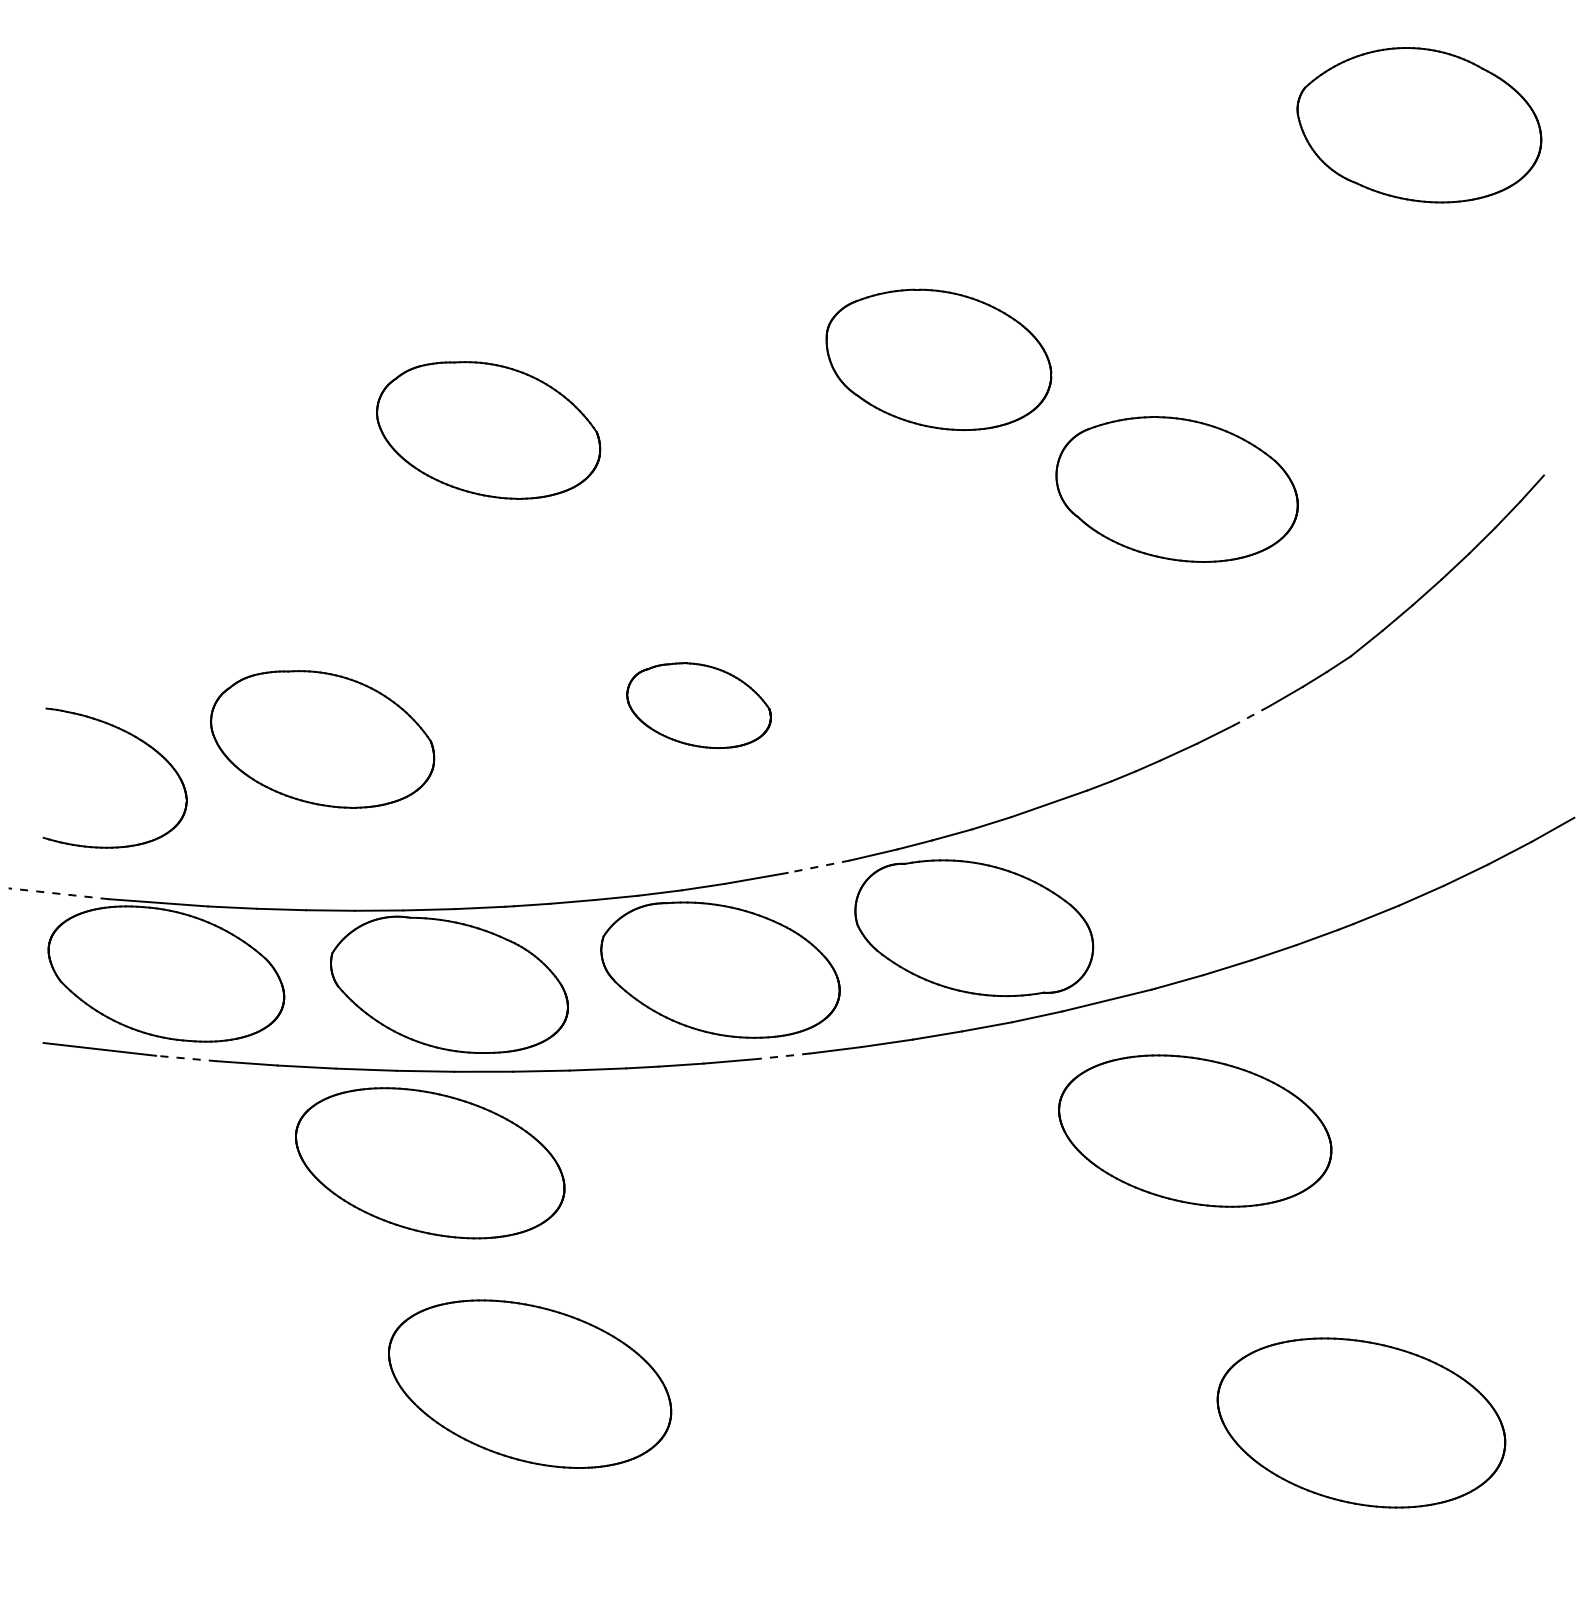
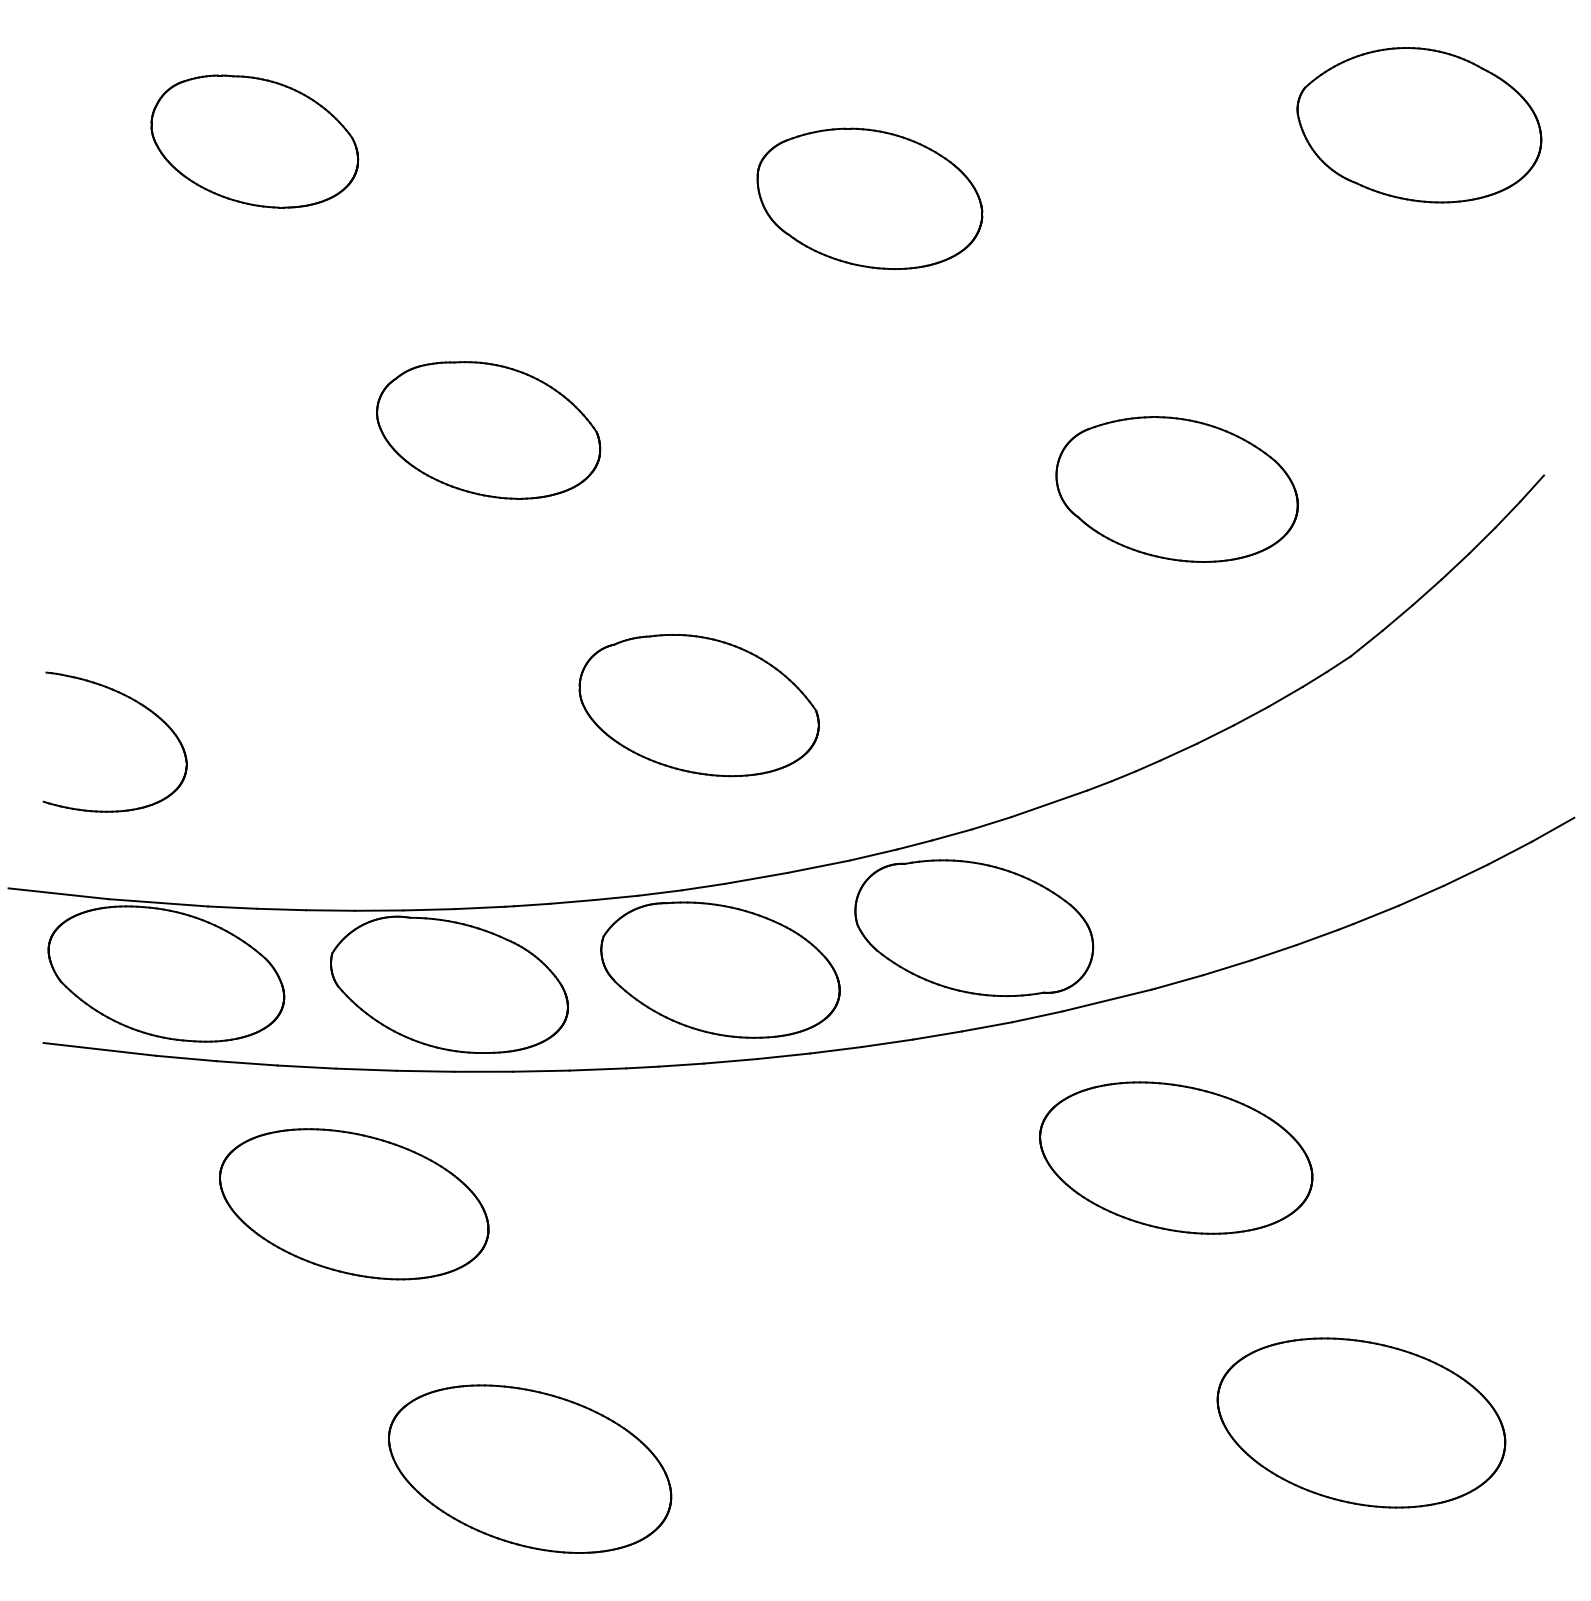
part at (254, 141): none -> present
part at (938, 359) position: (938, 359) -> (869, 198)
part at (698, 705) size: 146x87 px -> 242x144 px
line at (1251, 716): dashed -> solid
part at (322, 739): present -> none
part at (140, 741) position: (140, 741) -> (140, 705)
line at (818, 866): dashed -> solid
line at (58, 893): dashed -> solid
line at (783, 1056): dashed -> solid
line at (186, 1058): dashed -> solid
part at (1195, 1130) position: (1195, 1130) -> (1176, 1157)
part at (430, 1163) position: (430, 1163) -> (354, 1204)
part at (530, 1383) position: (530, 1383) -> (530, 1468)
